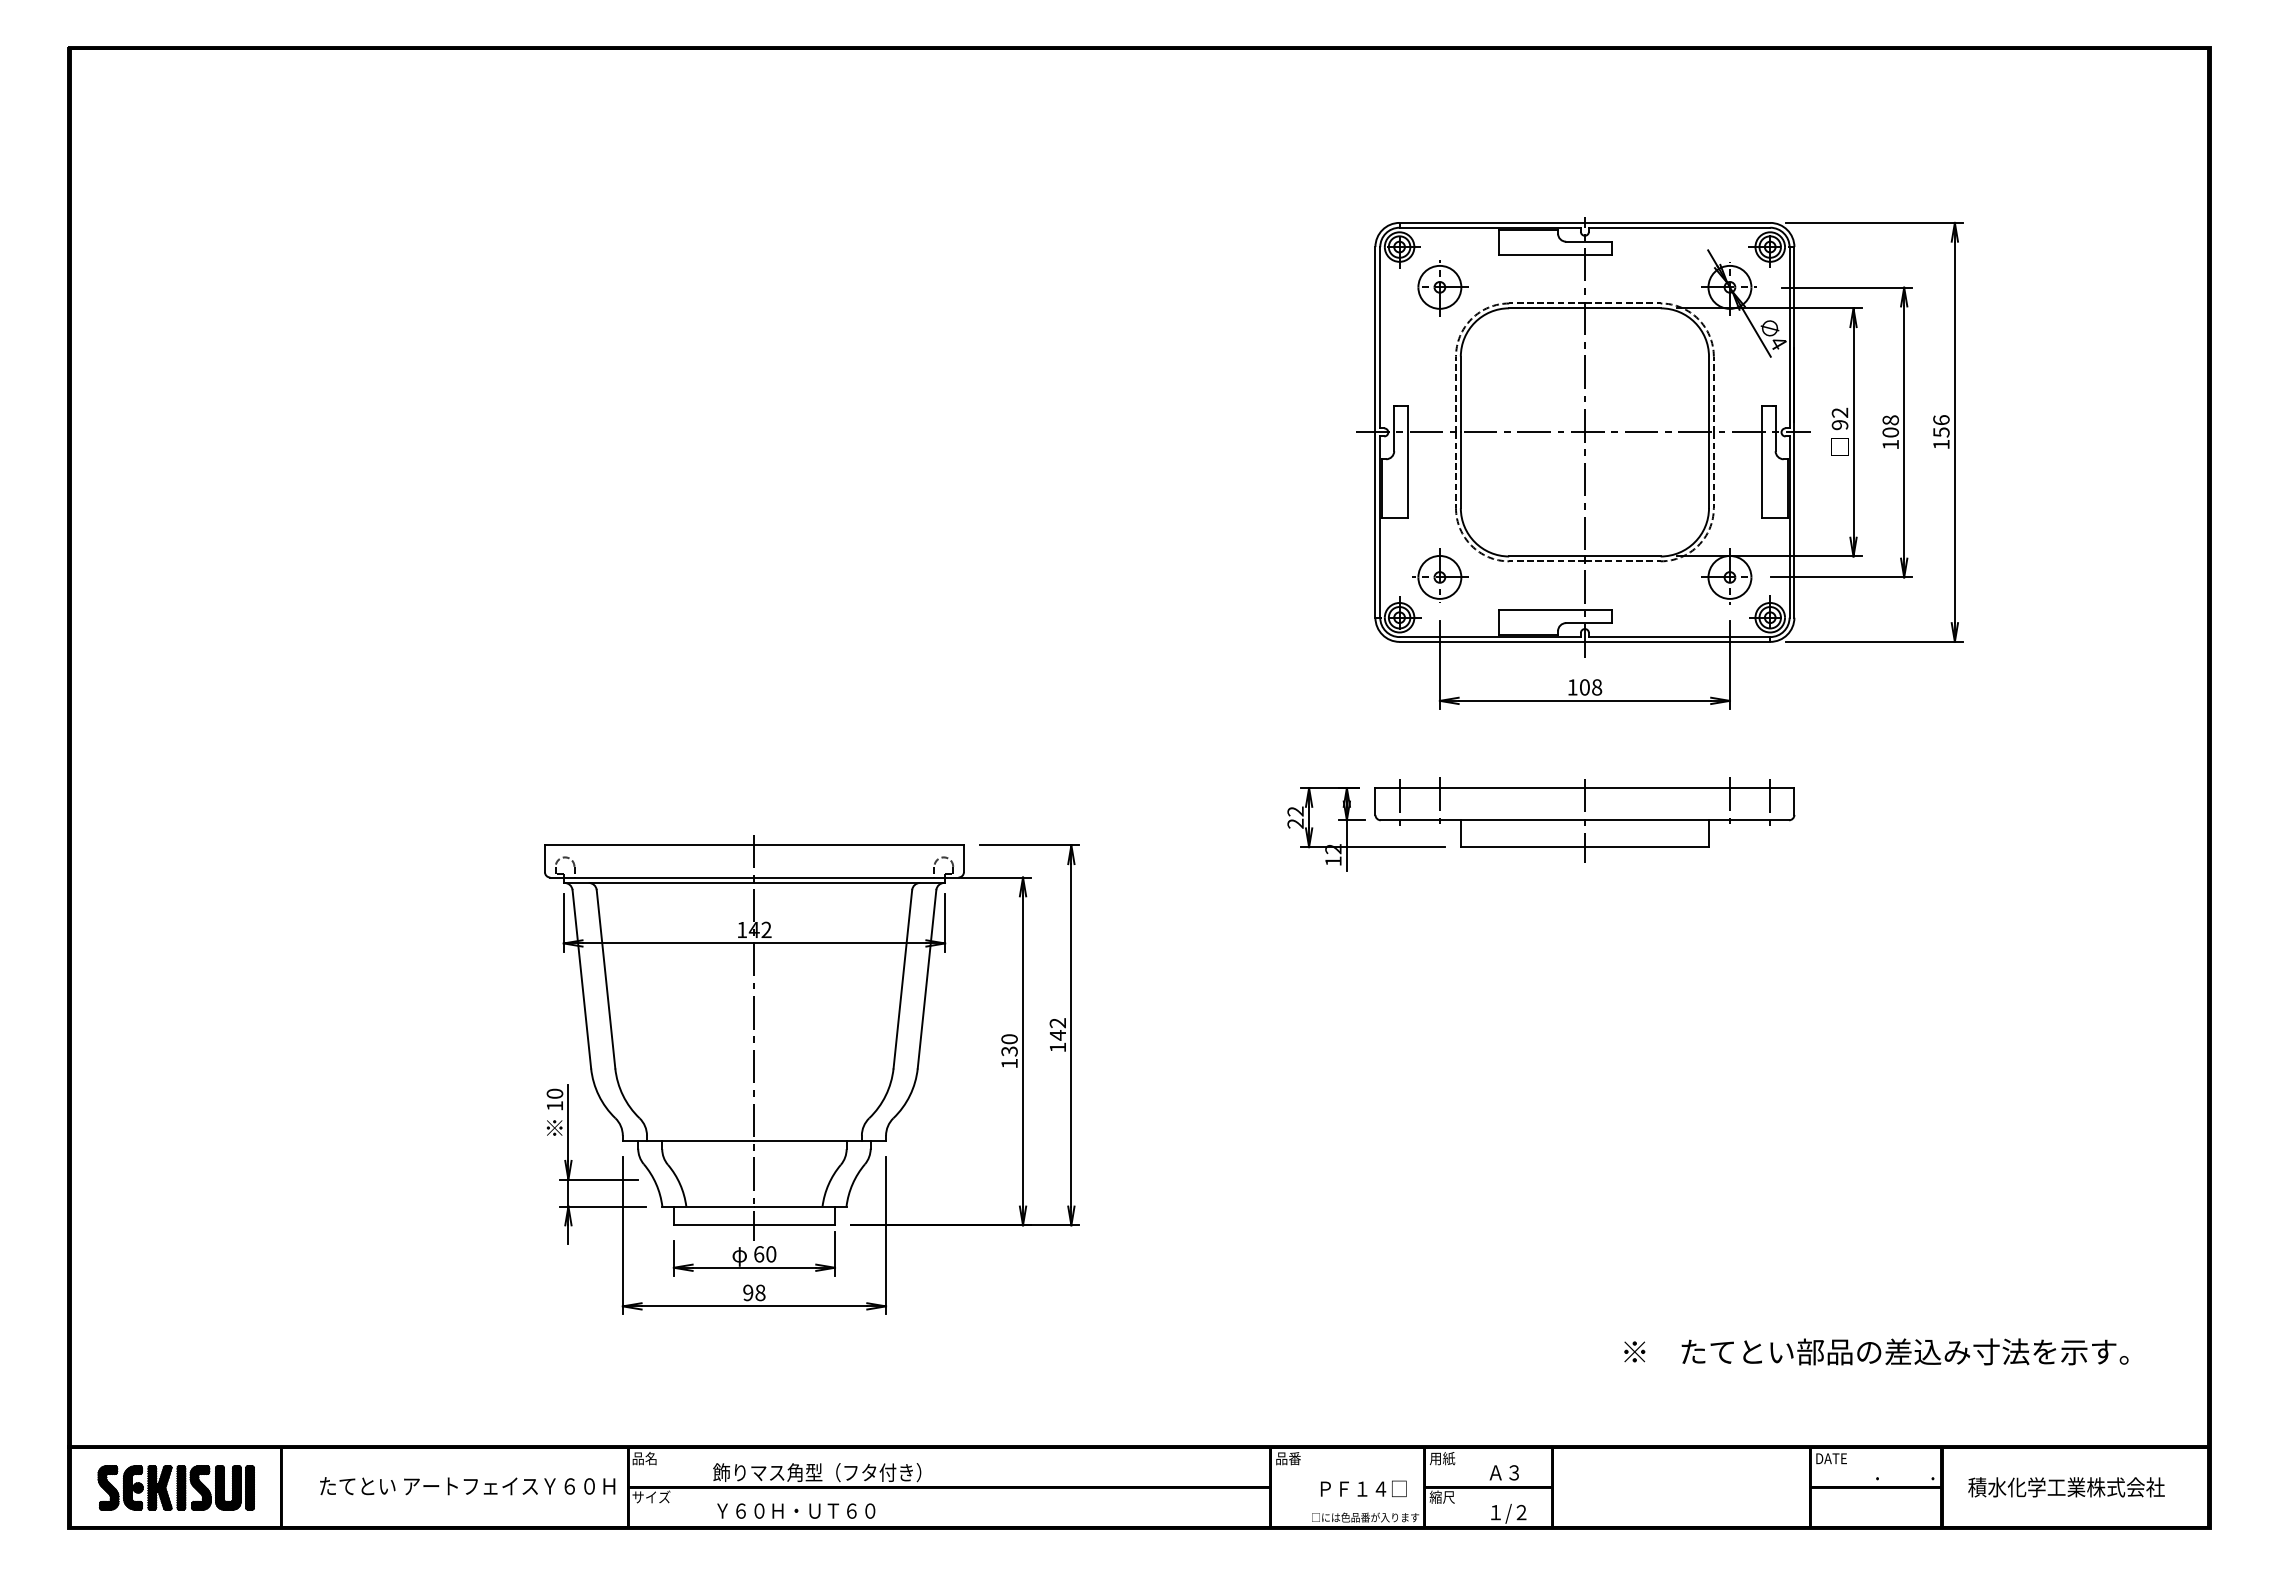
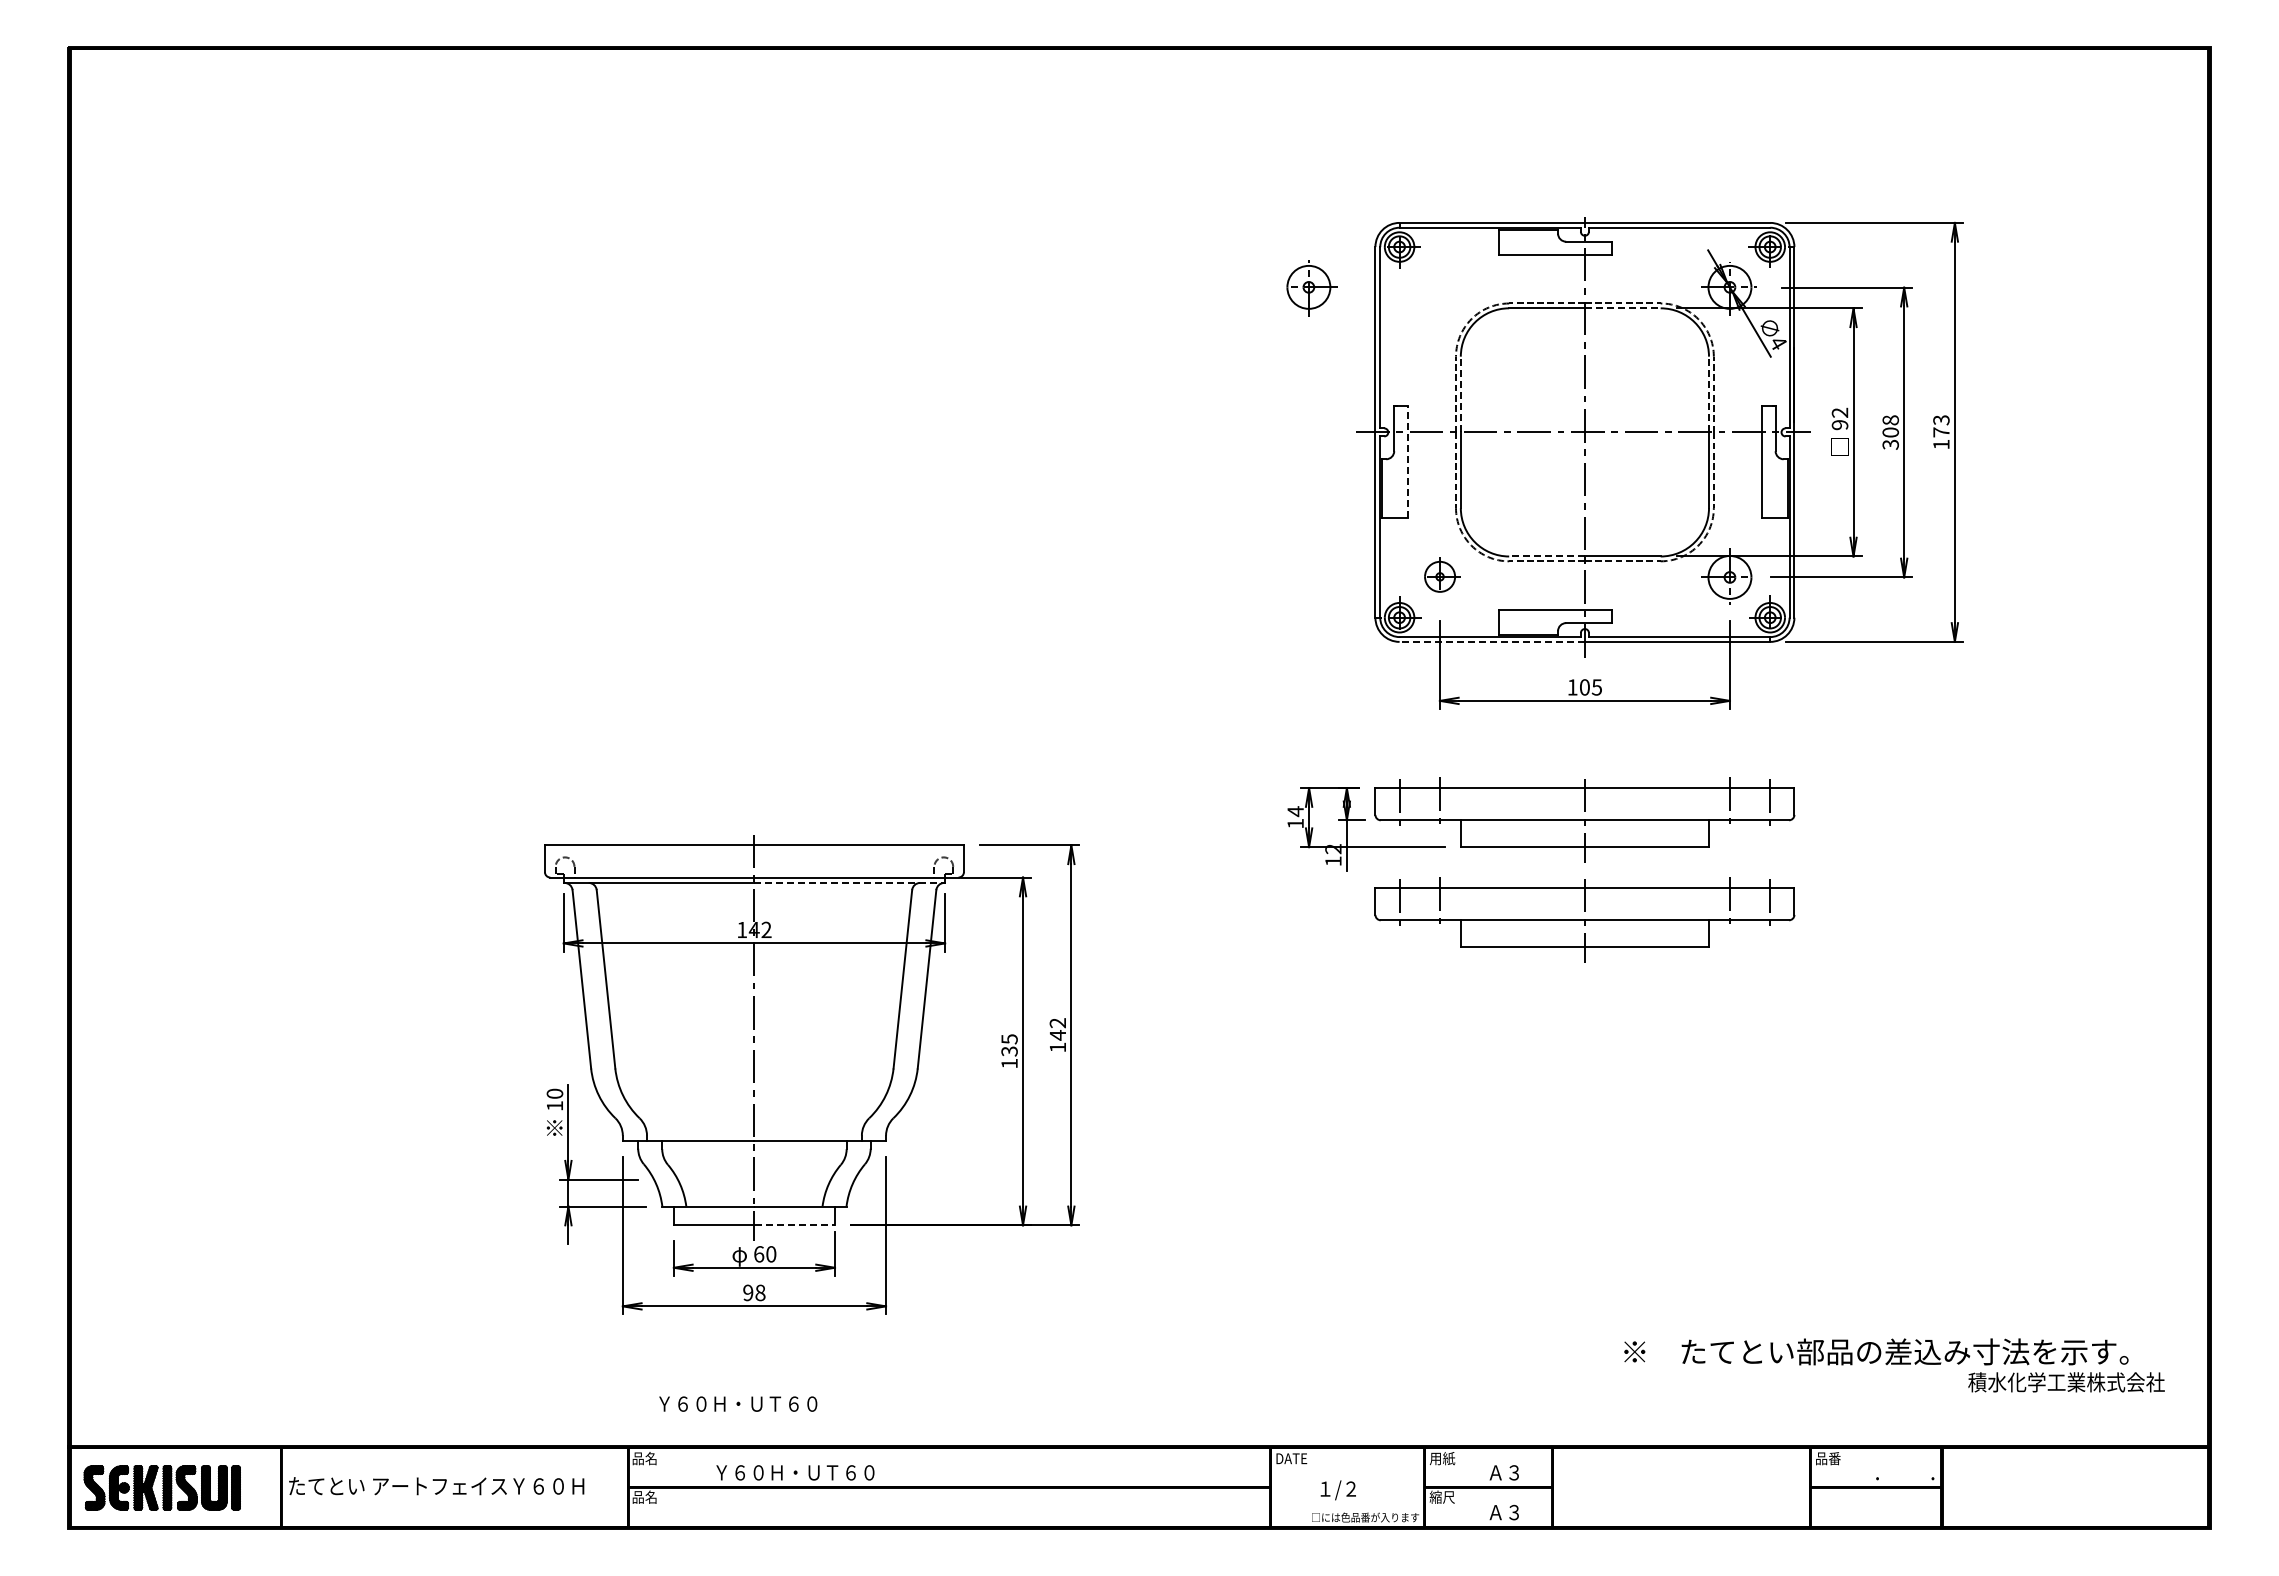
part at (1442, 288) position: (1442, 288) -> (1311, 288)
line at (1622, 308): solid -> dashed
line at (1460, 394): solid -> dashed
line at (1709, 394): solid -> dashed
text at (1941, 426): 156 -> 173
text at (1890, 444): 108 -> 308
line at (1407, 461): solid -> dashed
line at (1547, 556): solid -> dashed
part at (1440, 575) size: 57x55 px -> 37x36 px
line at (1492, 641): solid -> dashed
text at (1596, 687): 108 -> 105
text at (1295, 817): 22 -> 14
line at (849, 882): solid -> dashed
part at (1584, 919): none -> present
text at (1009, 1039): 130 -> 135
line at (795, 1225): solid -> dashed
text at (1291, 1458): 品番 -> DATE
text at (1831, 1458): DATE -> 品番
text at (817, 1472): 飾りマス角型（フタ付き） -> Ｙ６０Ｈ・ＵＴ６０
text at (467, 1486) position: (467, 1486) -> (436, 1486)
part at (175, 1487) position: (175, 1487) -> (161, 1487)
text at (2066, 1487) position: (2066, 1487) -> (2066, 1382)
text at (1363, 1490): ＰＦ１４□ -> １/２
text at (651, 1496): サイズ -> 品名
text at (796, 1510) position: (796, 1510) -> (738, 1403)
text at (1507, 1513): １/２ -> Ａ３
